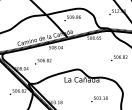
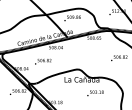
text at (99, 99) position: (99, 99) -> (95, 93)
